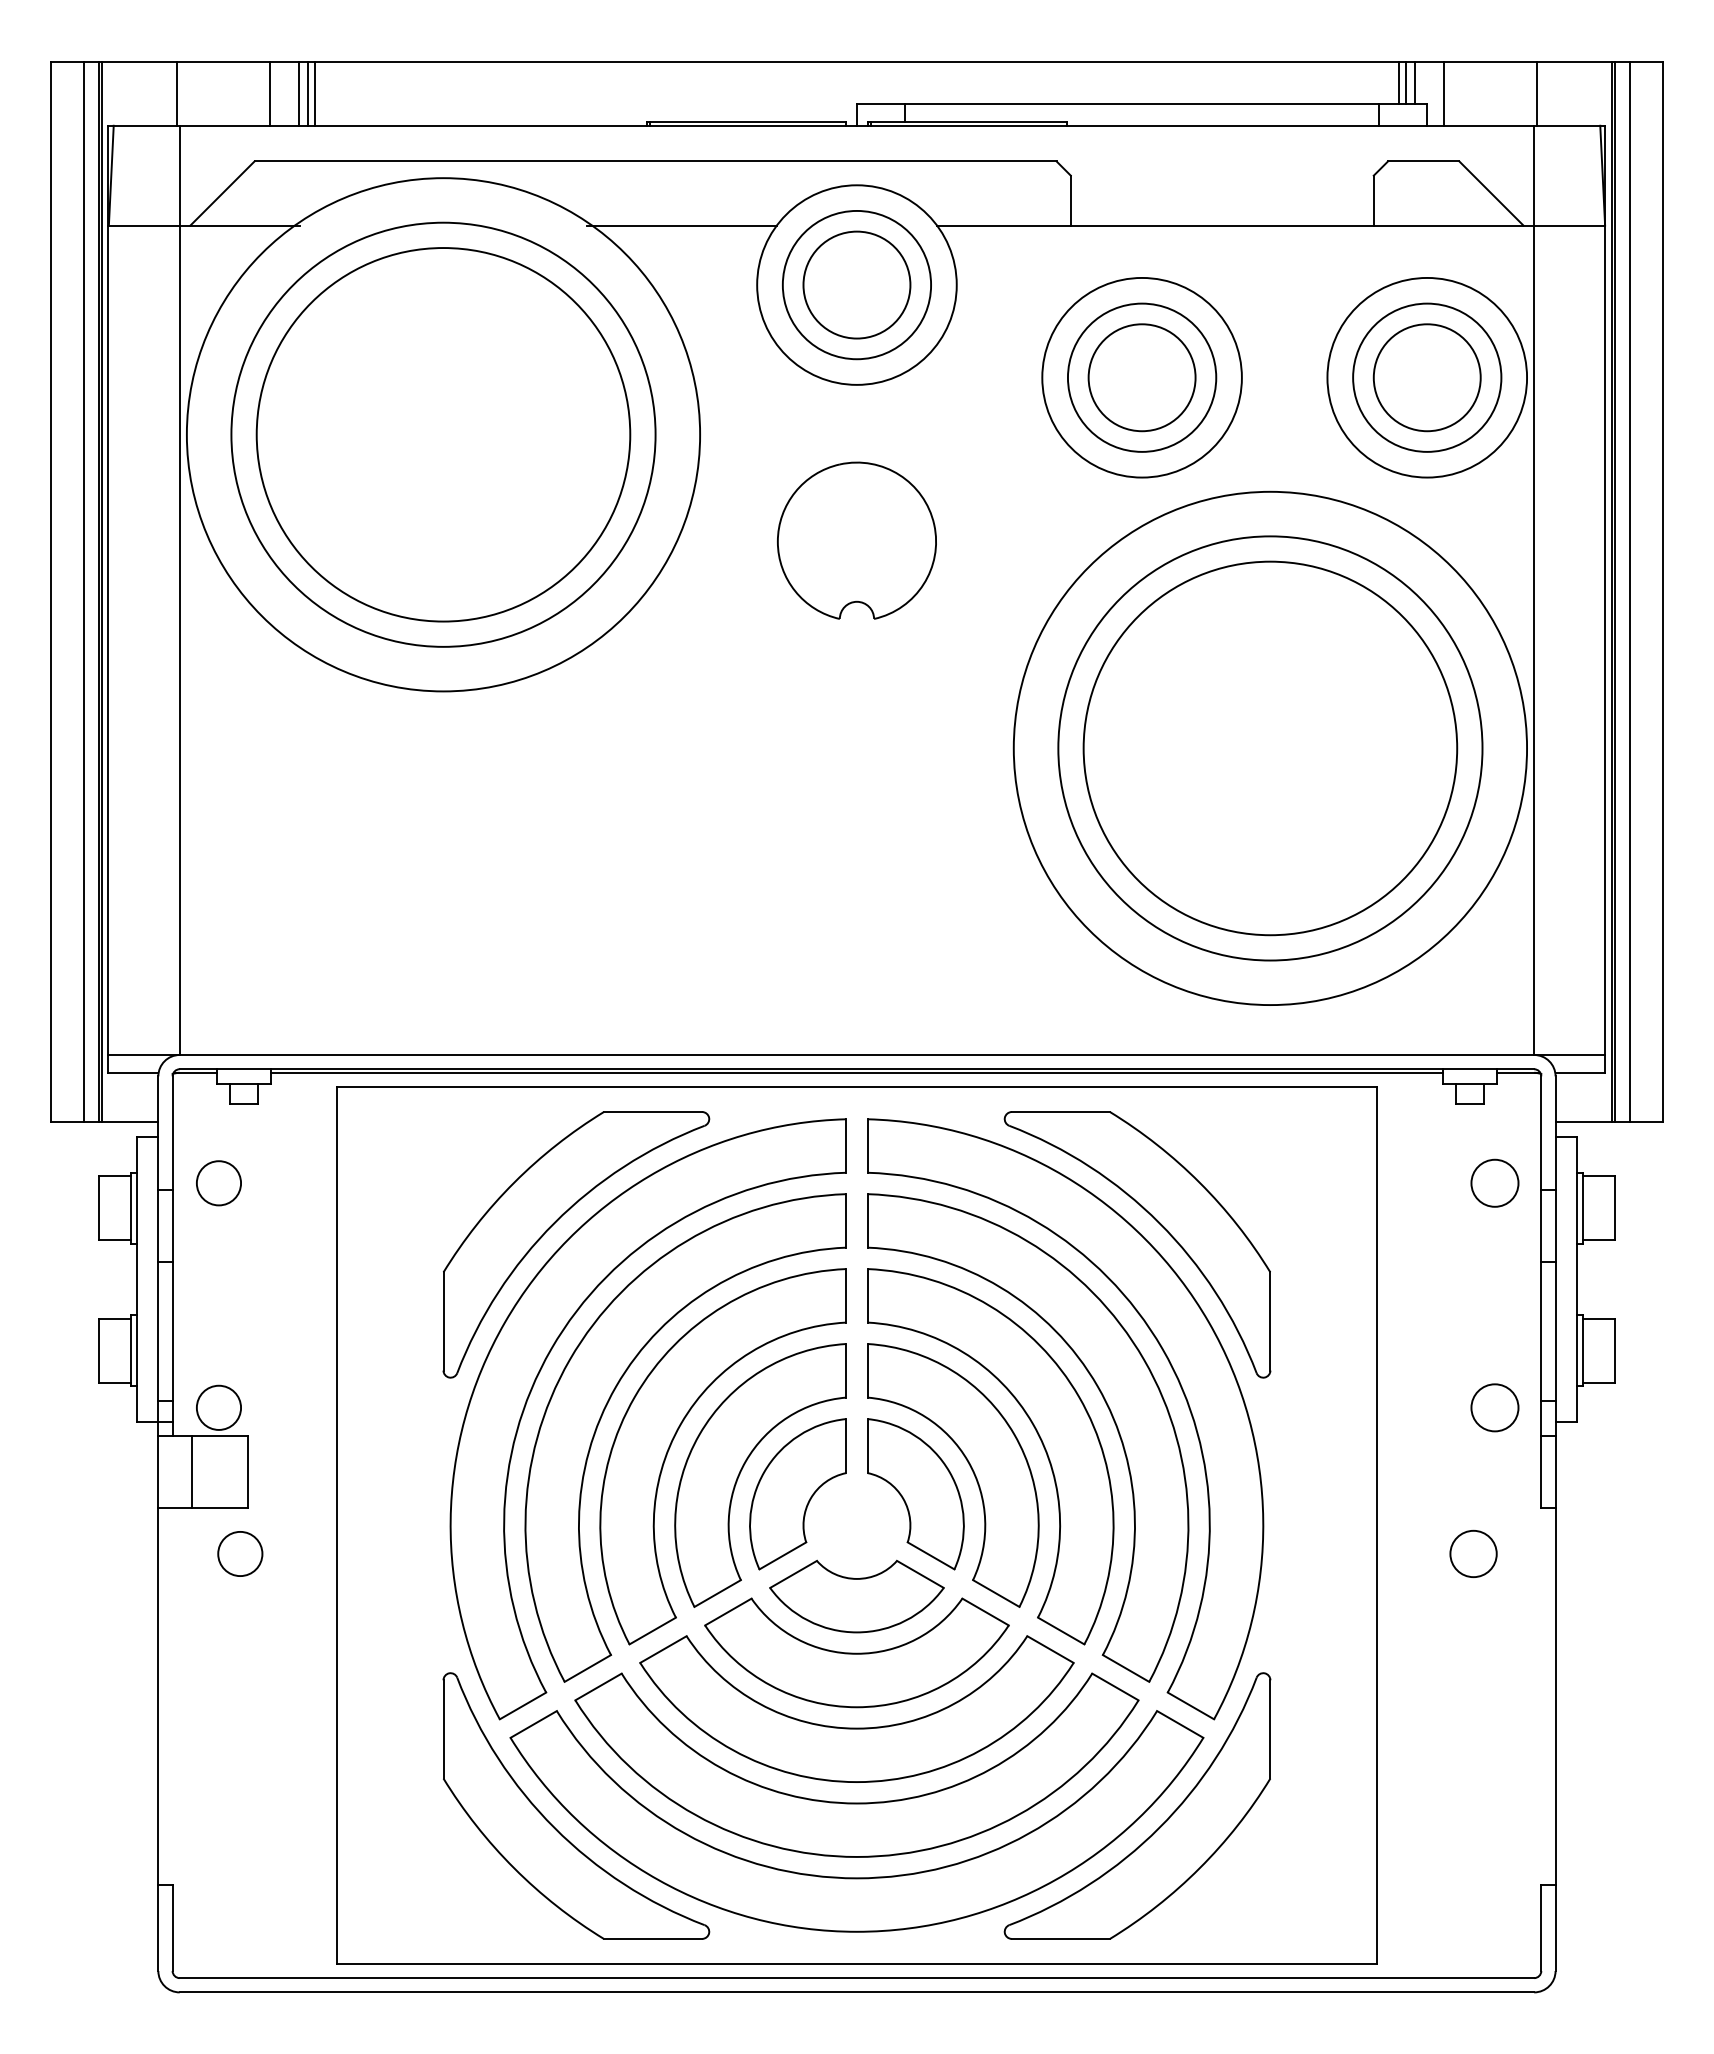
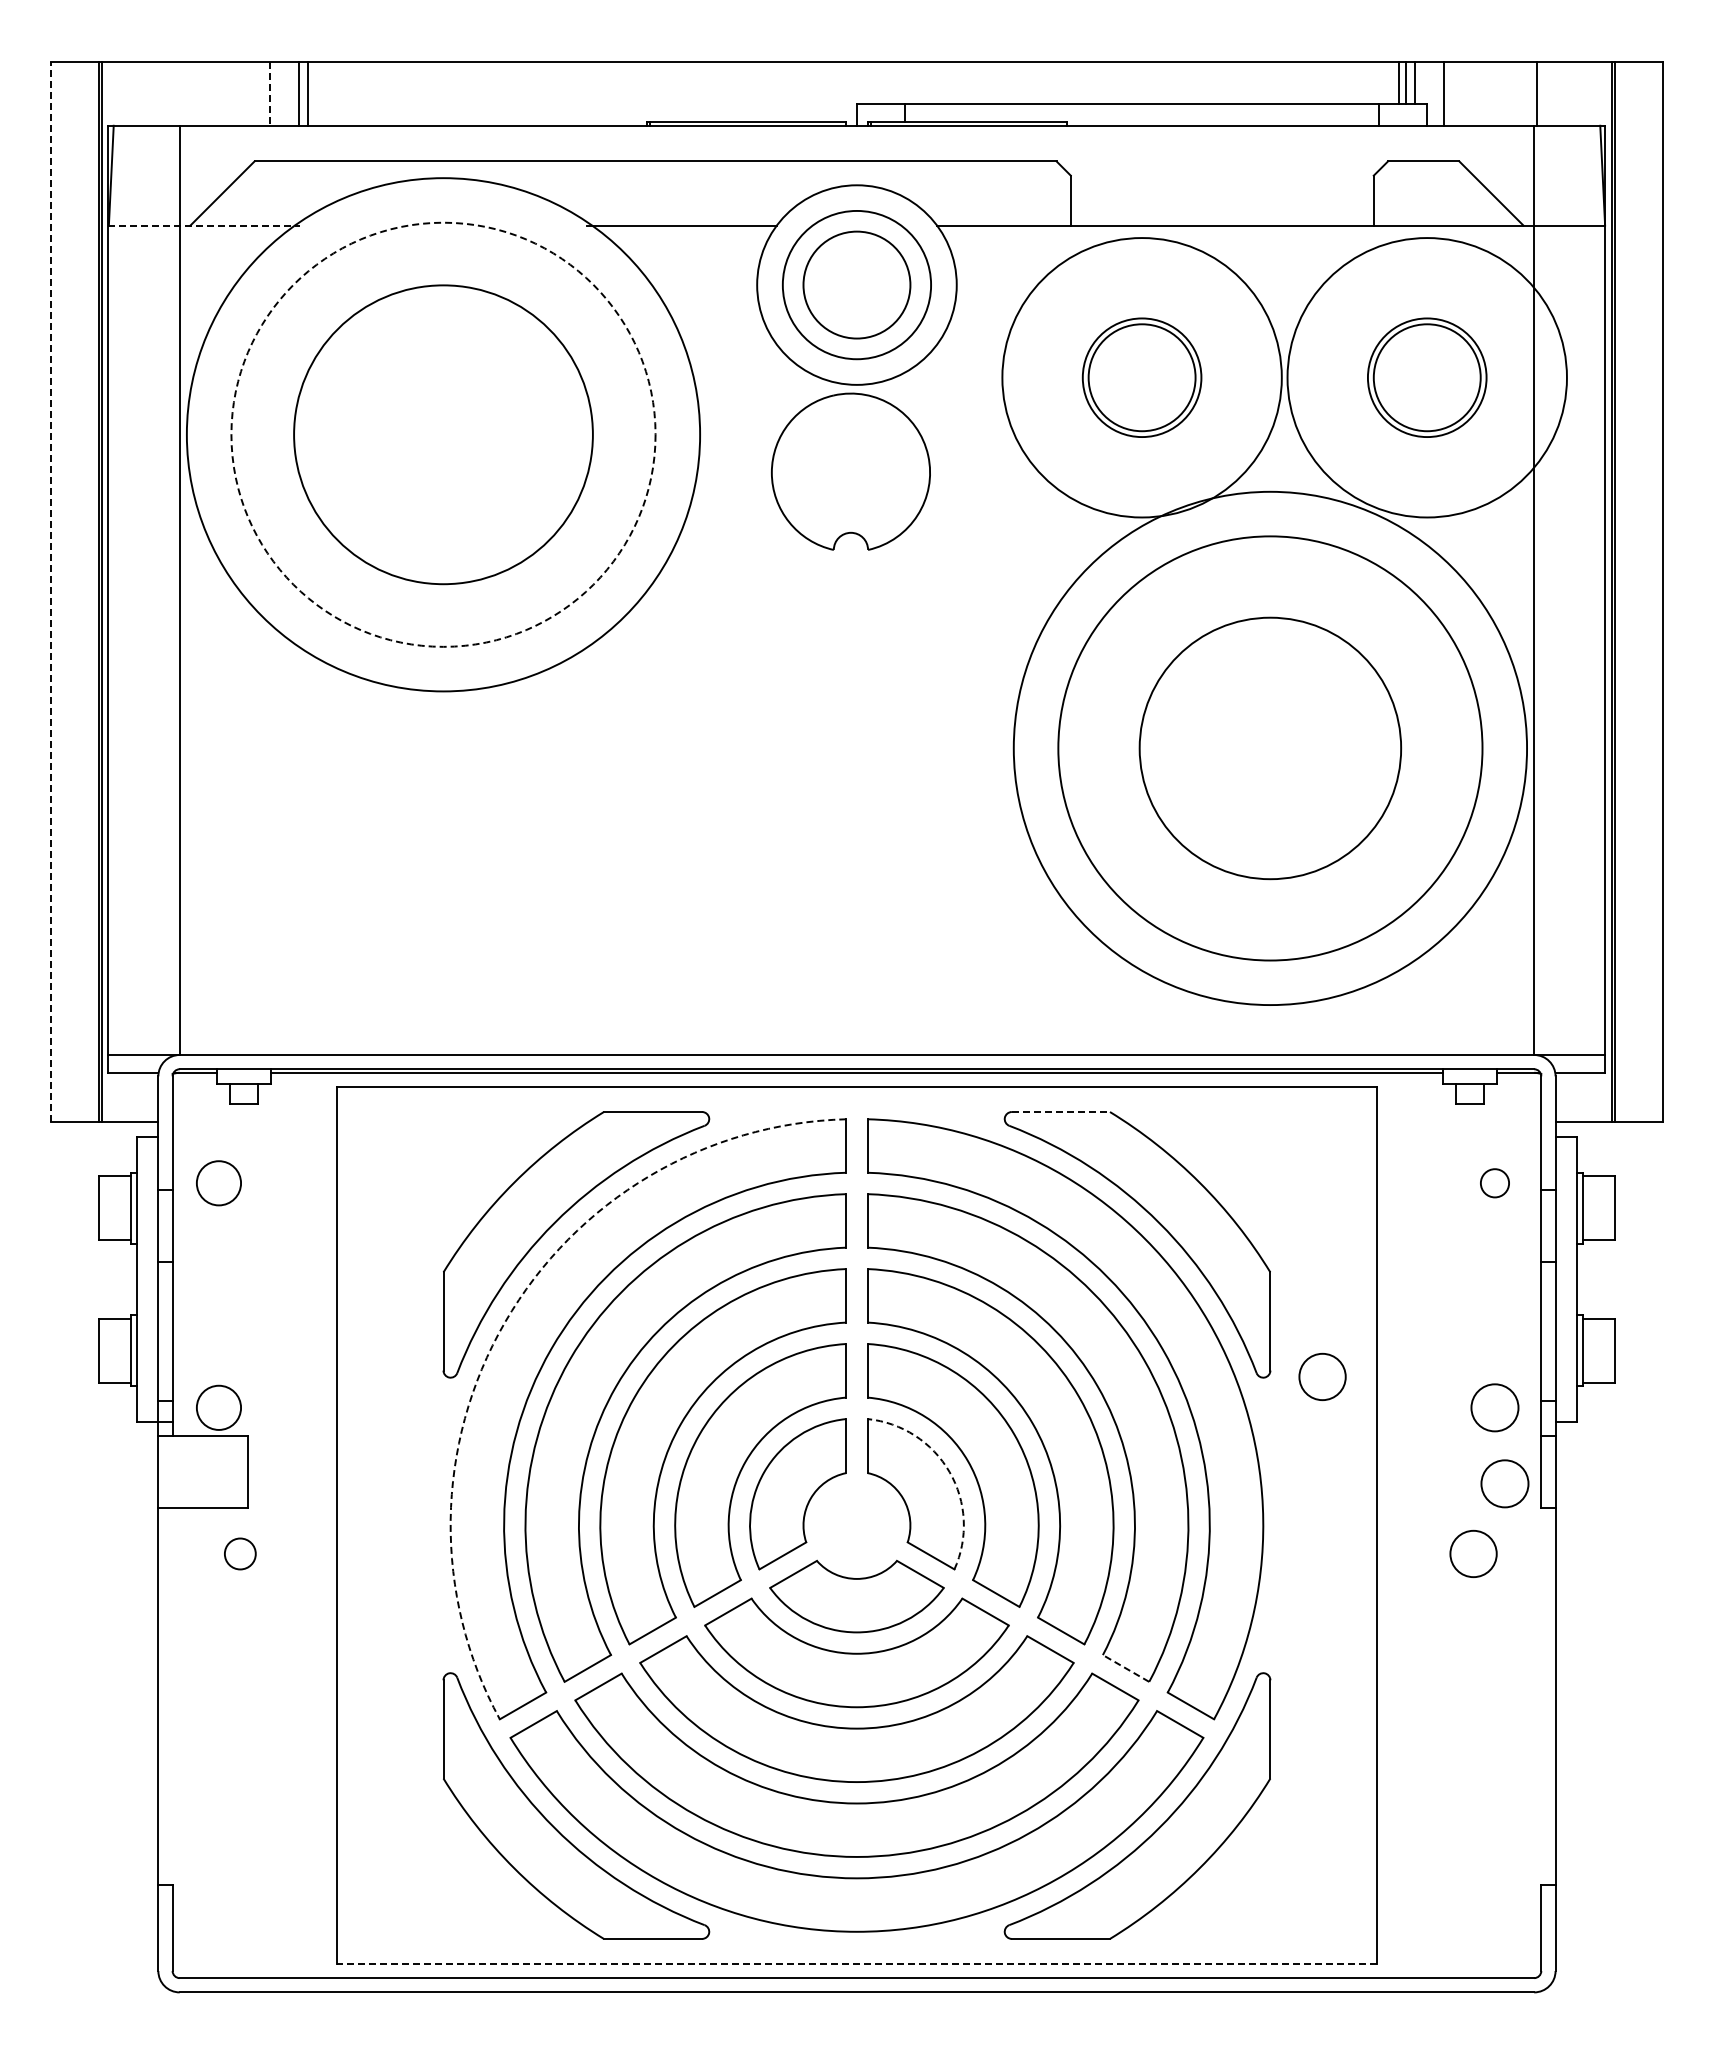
line at (176, 93): present -> none
line at (315, 93): present -> none
line at (270, 94): solid -> dashed
line at (204, 225): solid -> dashed
circle at (1141, 377) diameter: 148 px -> 119 px
circle at (1141, 377) diameter: 200 px -> 279 px
circle at (1427, 377) diameter: 148 px -> 119 px
circle at (1427, 377) diameter: 200 px -> 279 px
circle at (443, 434) diameter: 374 px -> 299 px
circle at (443, 434): solid -> dashed
part at (856, 540) position: (856, 540) -> (850, 471)
line at (51, 591): solid -> dashed
line at (84, 591): present -> none
line at (1629, 591): present -> none
circle at (1270, 748) diameter: 374 px -> 261 px
line at (1061, 1112): solid -> dashed
circle at (1494, 1182) diameter: 47 px -> 28 px
arc at (505, 1322): solid -> dashed
circle at (1322, 1376): none -> present
line at (192, 1471): present -> none
arc at (949, 1472): solid -> dashed
circle at (1504, 1483): none -> present
circle at (240, 1553) diameter: 44 px -> 31 px
line at (1126, 1668): solid -> dashed
line at (856, 1963): solid -> dashed
